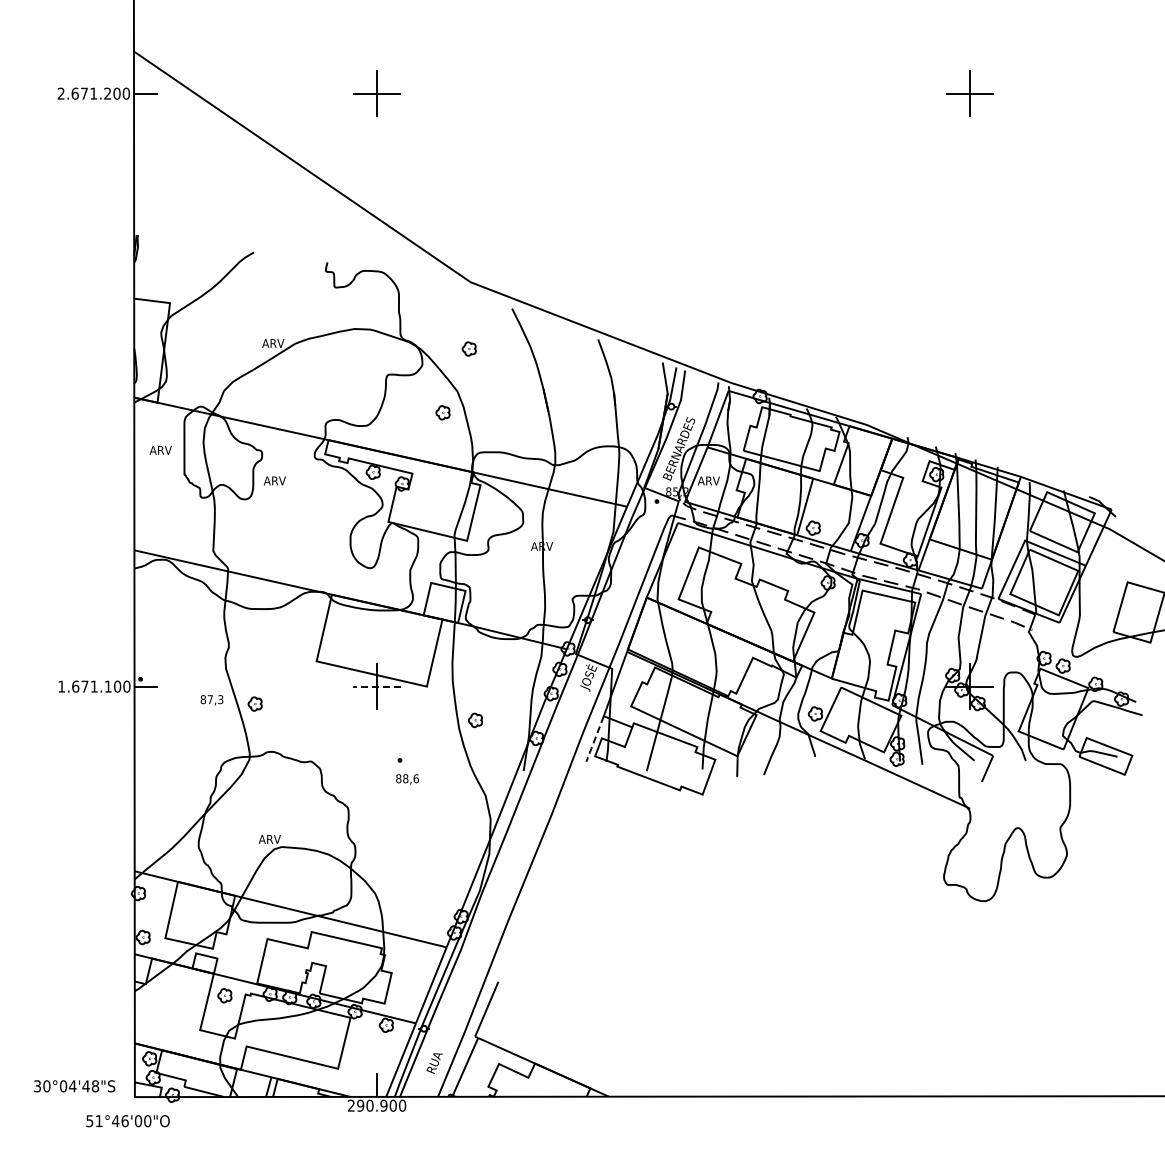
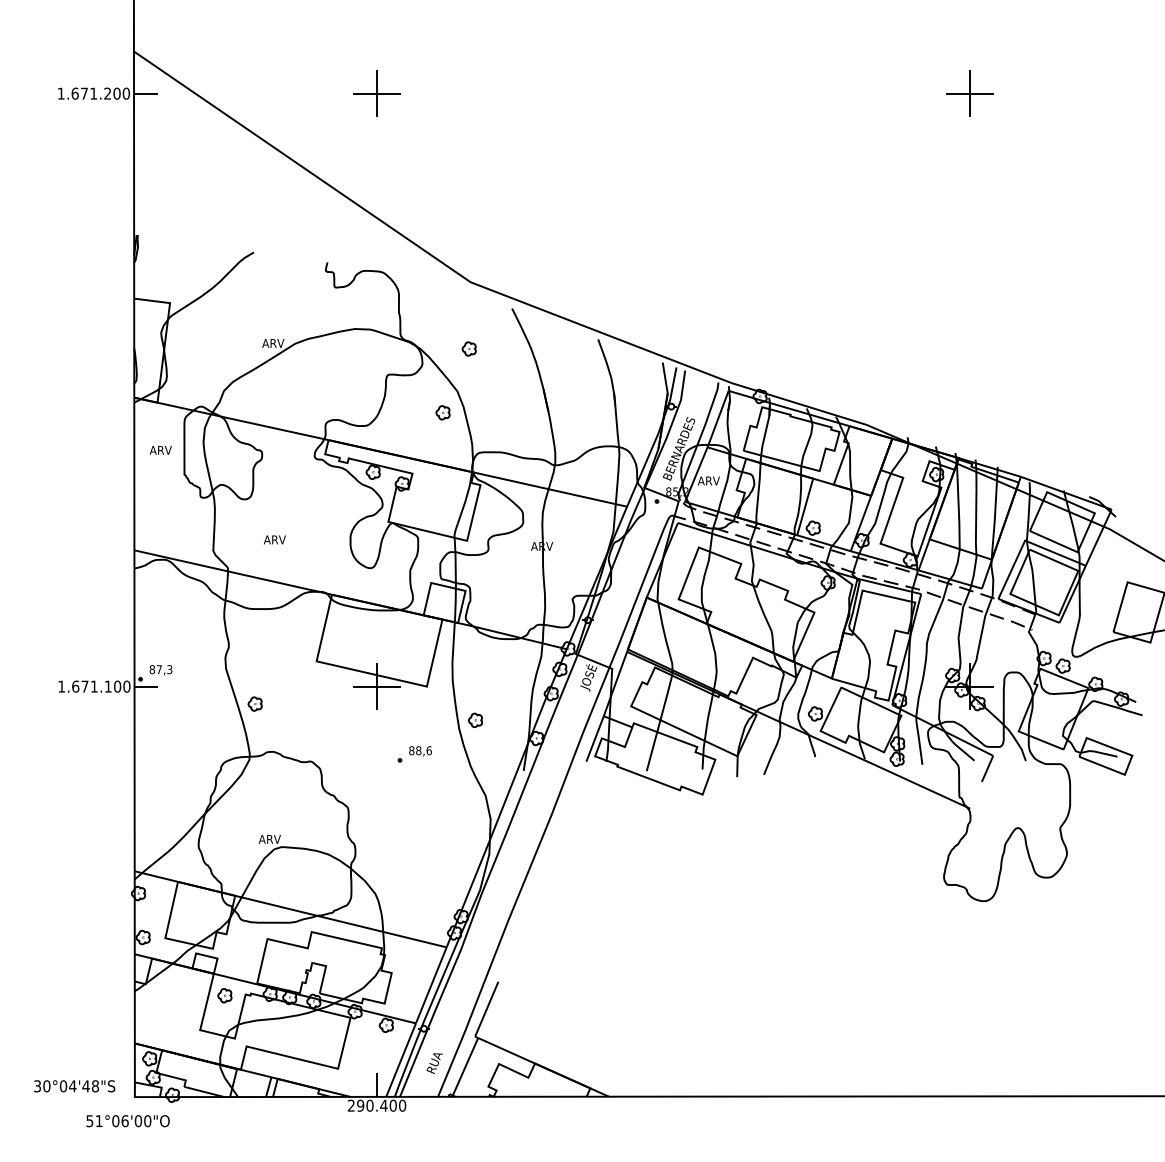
text at (60, 93): 2.671.200 -> 1.671.200
text at (274, 480) position: (274, 480) -> (274, 539)
line at (377, 686): dashed -> solid
text at (211, 700) position: (211, 700) -> (160, 670)
line at (594, 739): dashed -> solid
text at (407, 779) position: (407, 779) -> (420, 751)
text at (383, 1105): 290.900 -> 290.400
text at (115, 1121): 51°46'00"O -> 51°06'00"O
